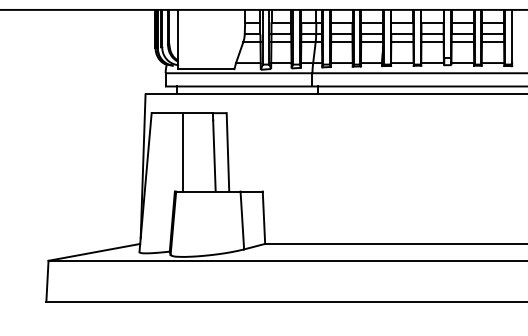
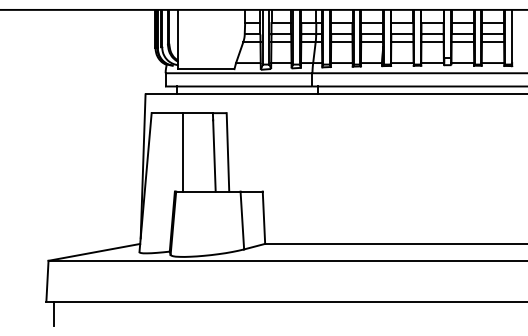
line at (53, 313): none -> present
